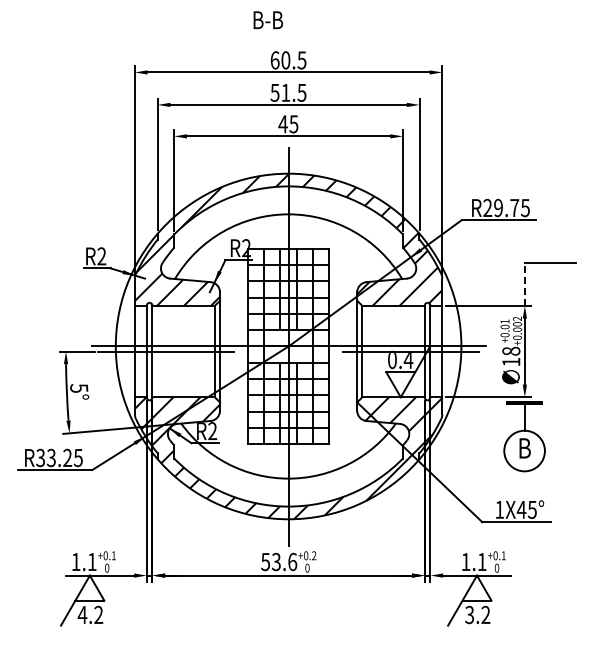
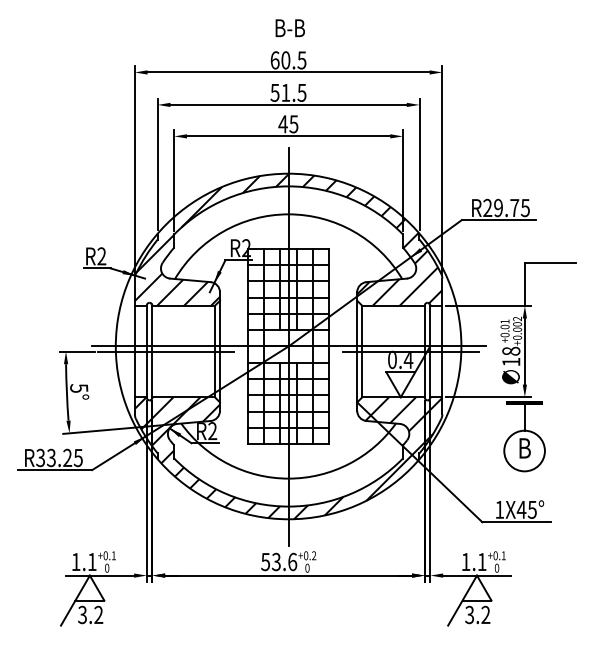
text at (267, 20) position: (267, 20) -> (289, 28)
line at (524, 284): dashed -> solid
text at (82, 614): 4.2 -> 3.2
